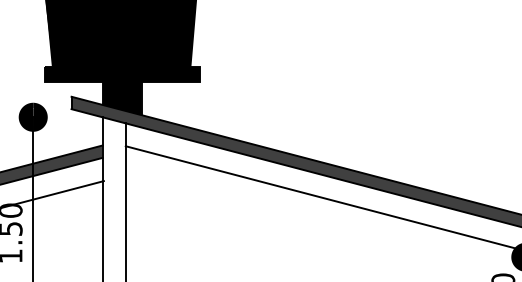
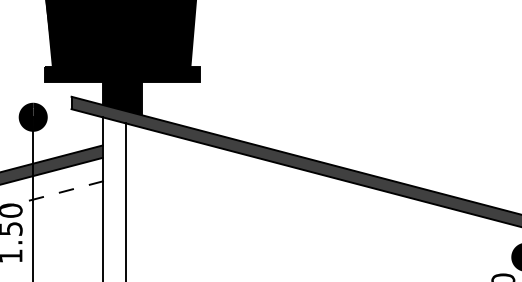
line at (51, 194): solid -> dashed
line at (321, 197): present -> none
